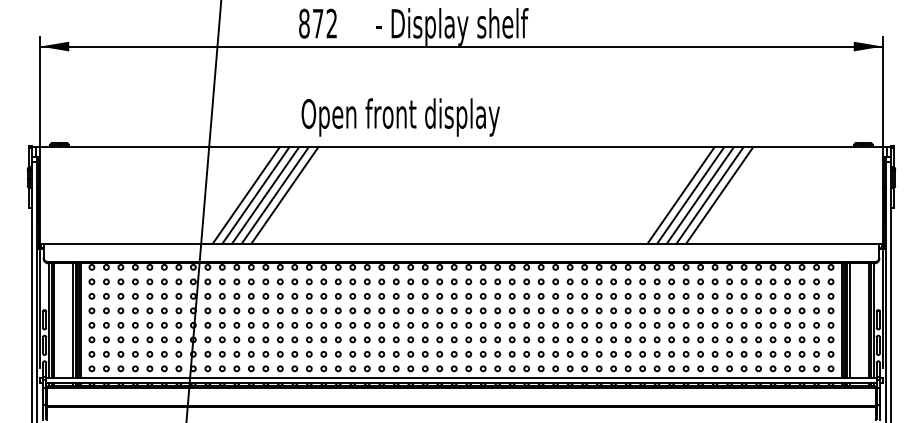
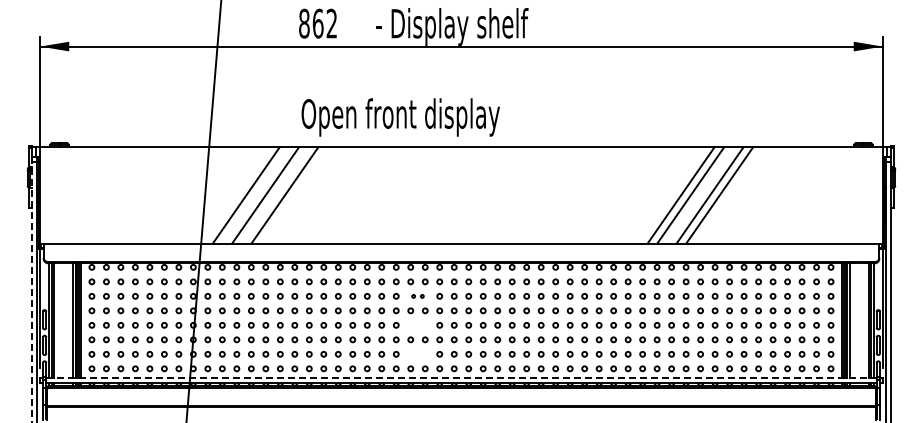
text at (317, 23): 872 -> 862
line at (255, 195): present -> none
line at (274, 195): present -> none
line at (699, 195): present -> none
line at (31, 292): solid -> dashed
part at (417, 296) size: 22x7 px -> 14x5 px
part at (417, 325): present -> none
part at (417, 354): present -> none
line at (461, 377): solid -> dashed
